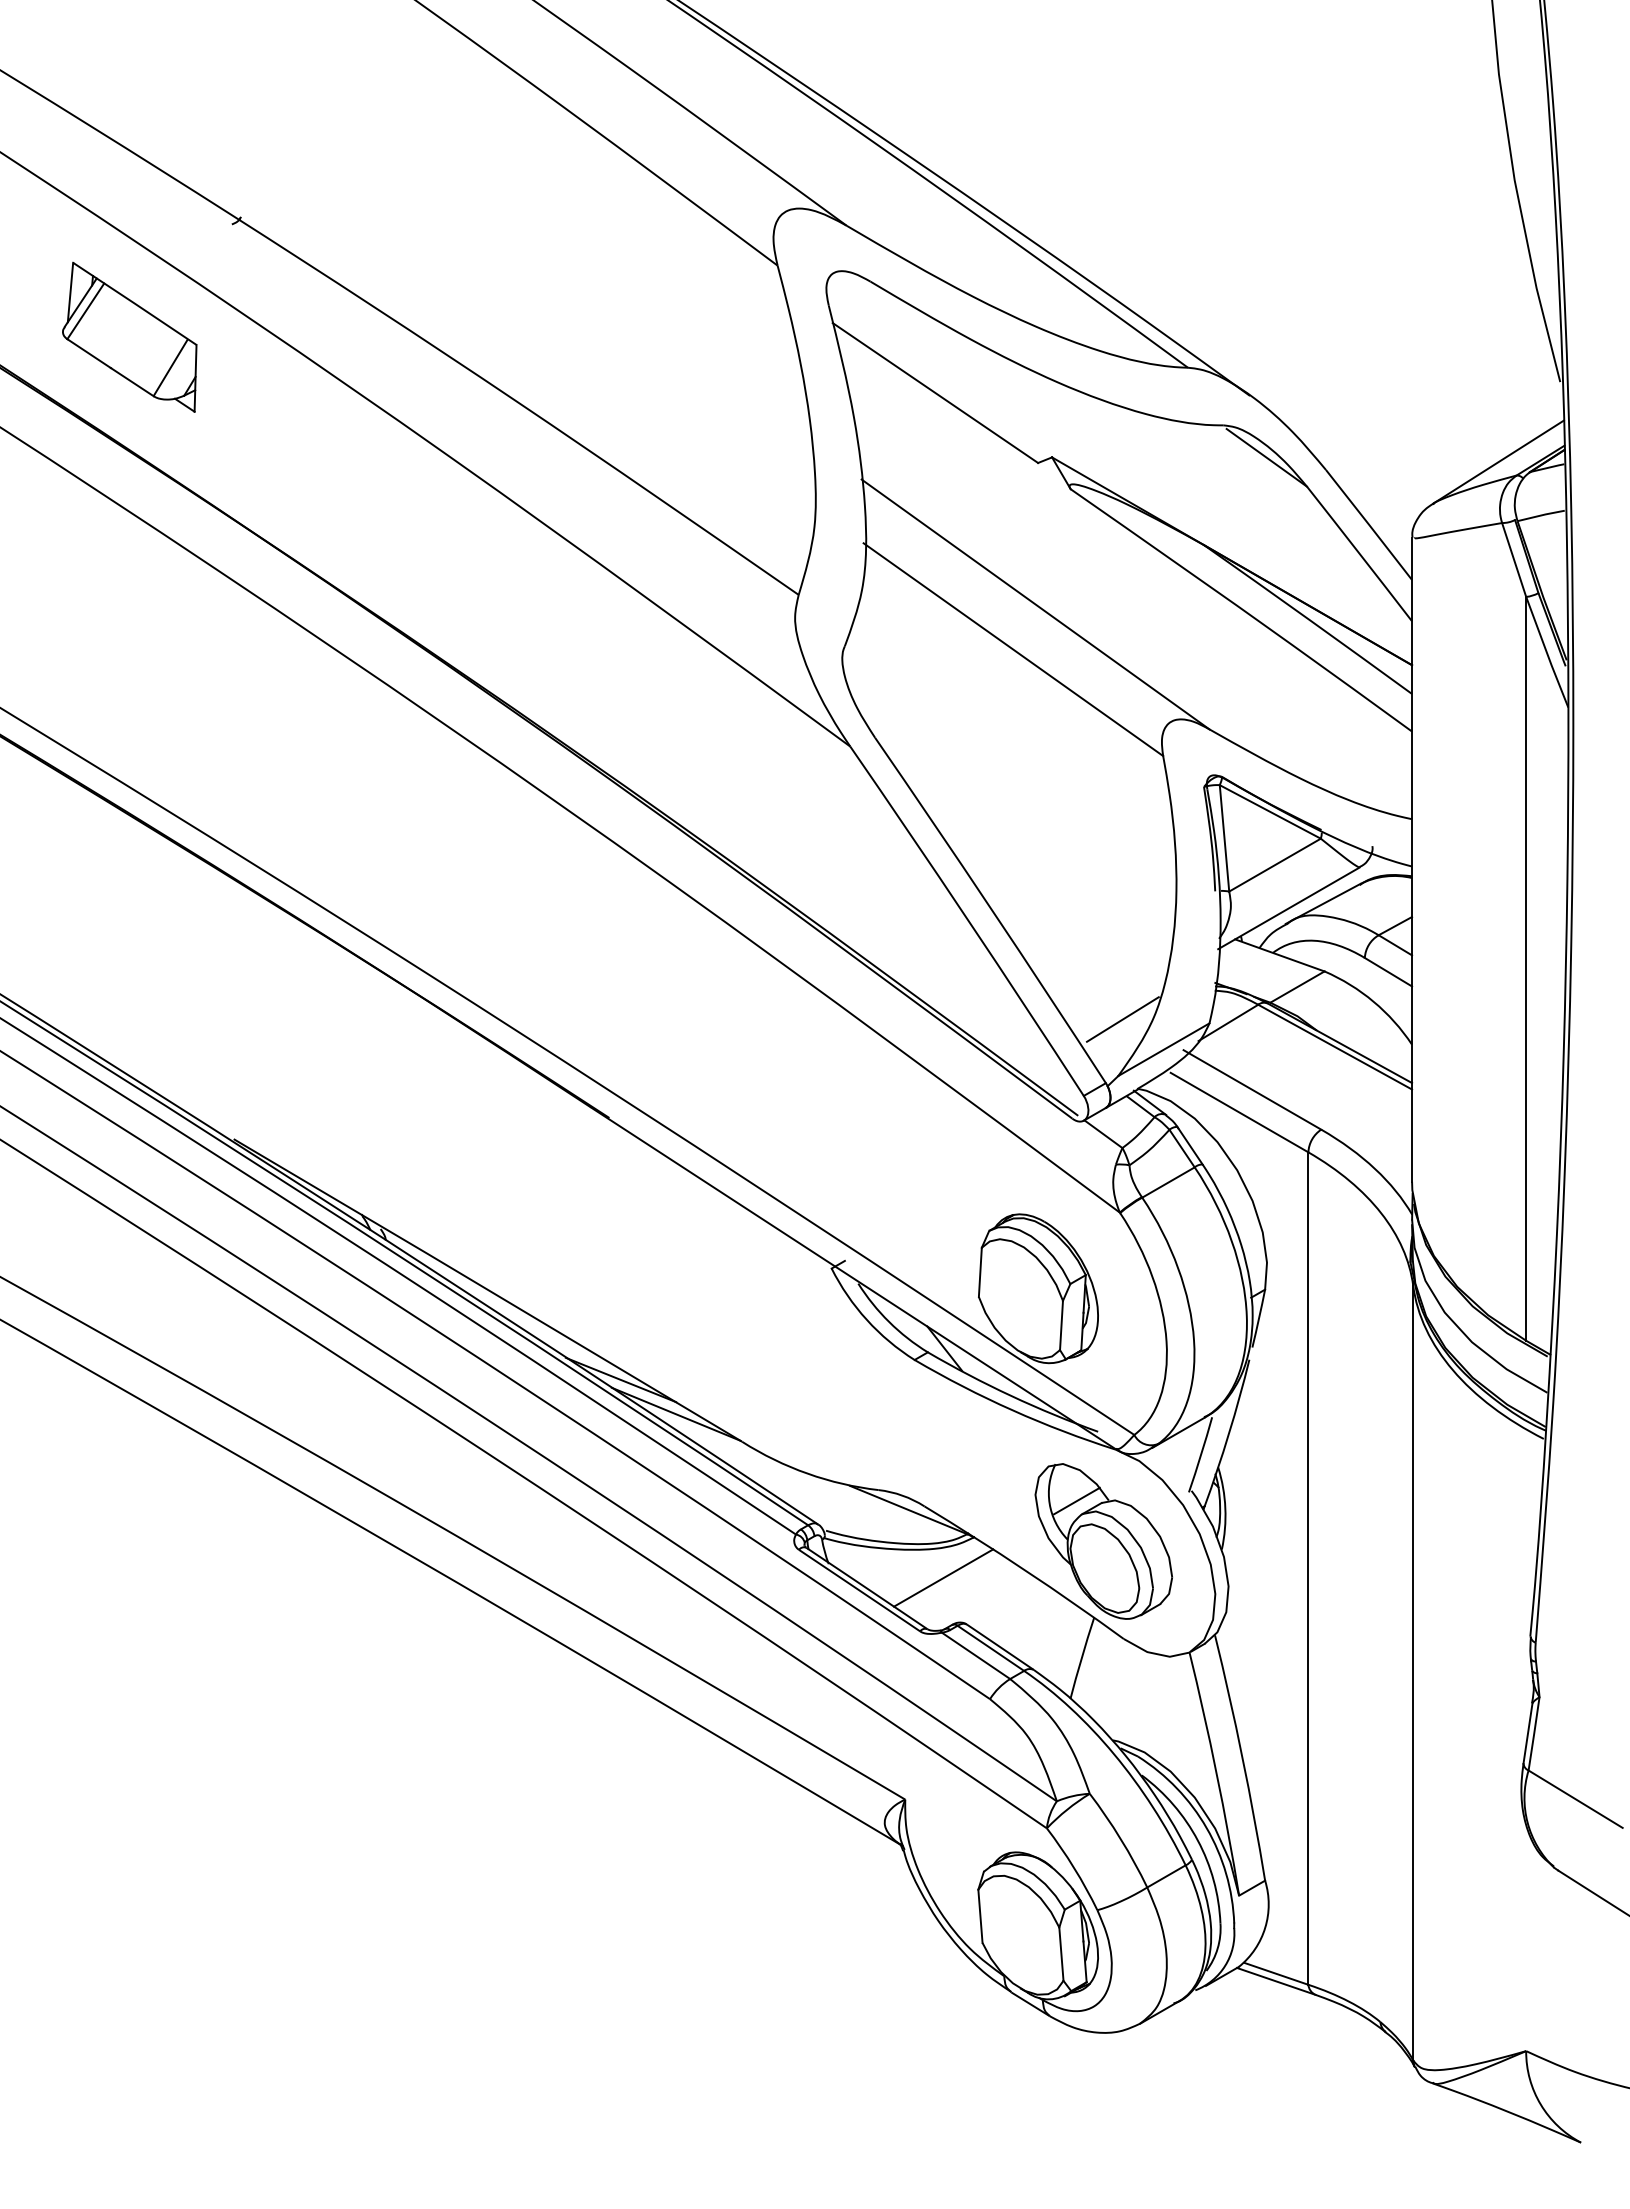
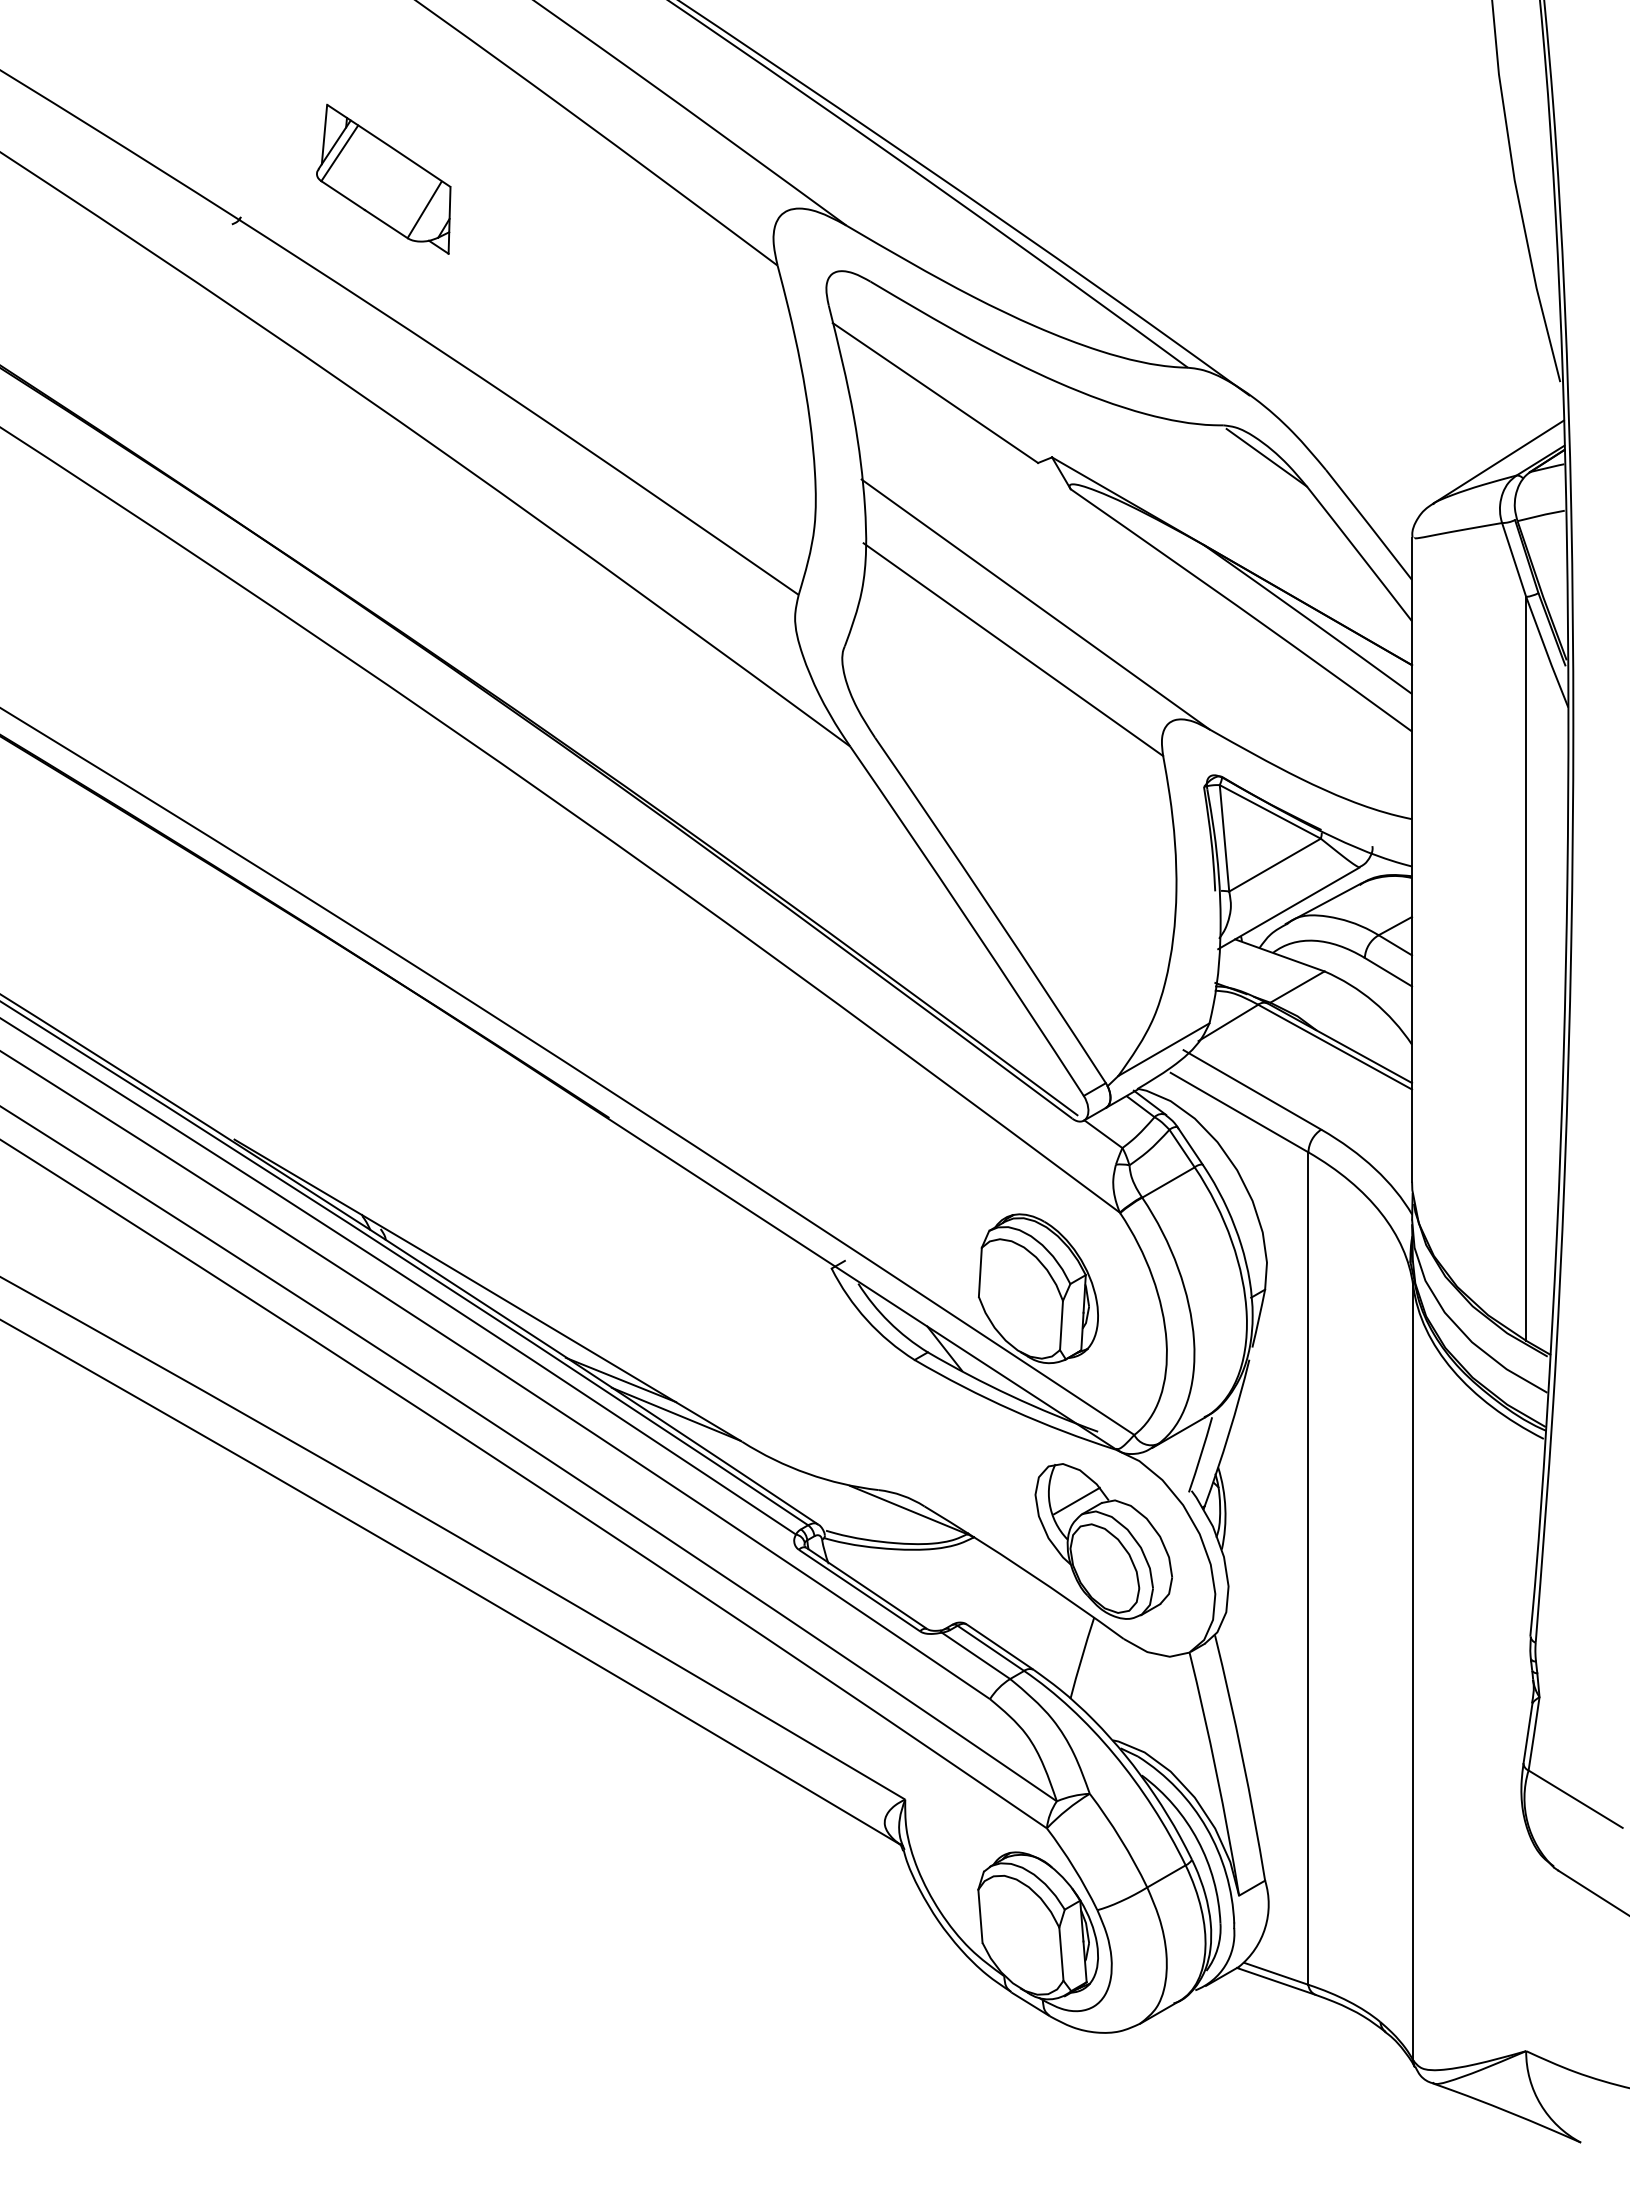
part at (129, 336) position: (129, 336) -> (383, 178)
line at (1122, 1019): present -> none
line at (943, 1577): present -> none
